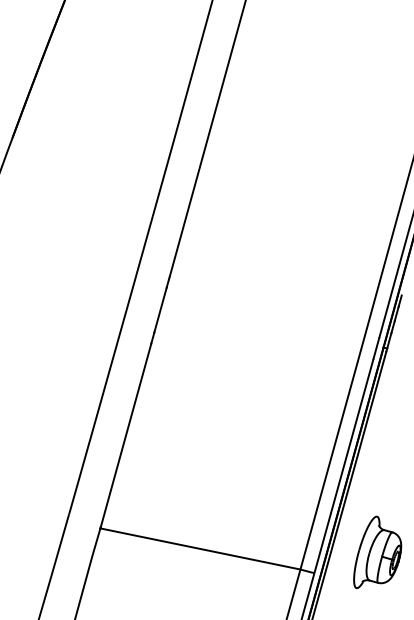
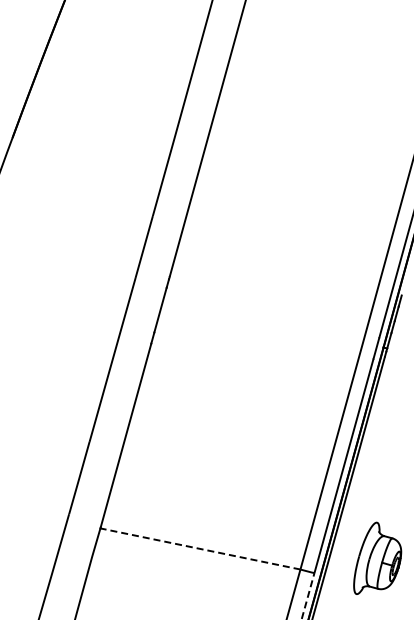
line at (199, 548): solid -> dashed
part at (377, 551) position: (377, 551) -> (377, 557)
arc at (308, 596): solid -> dashed
